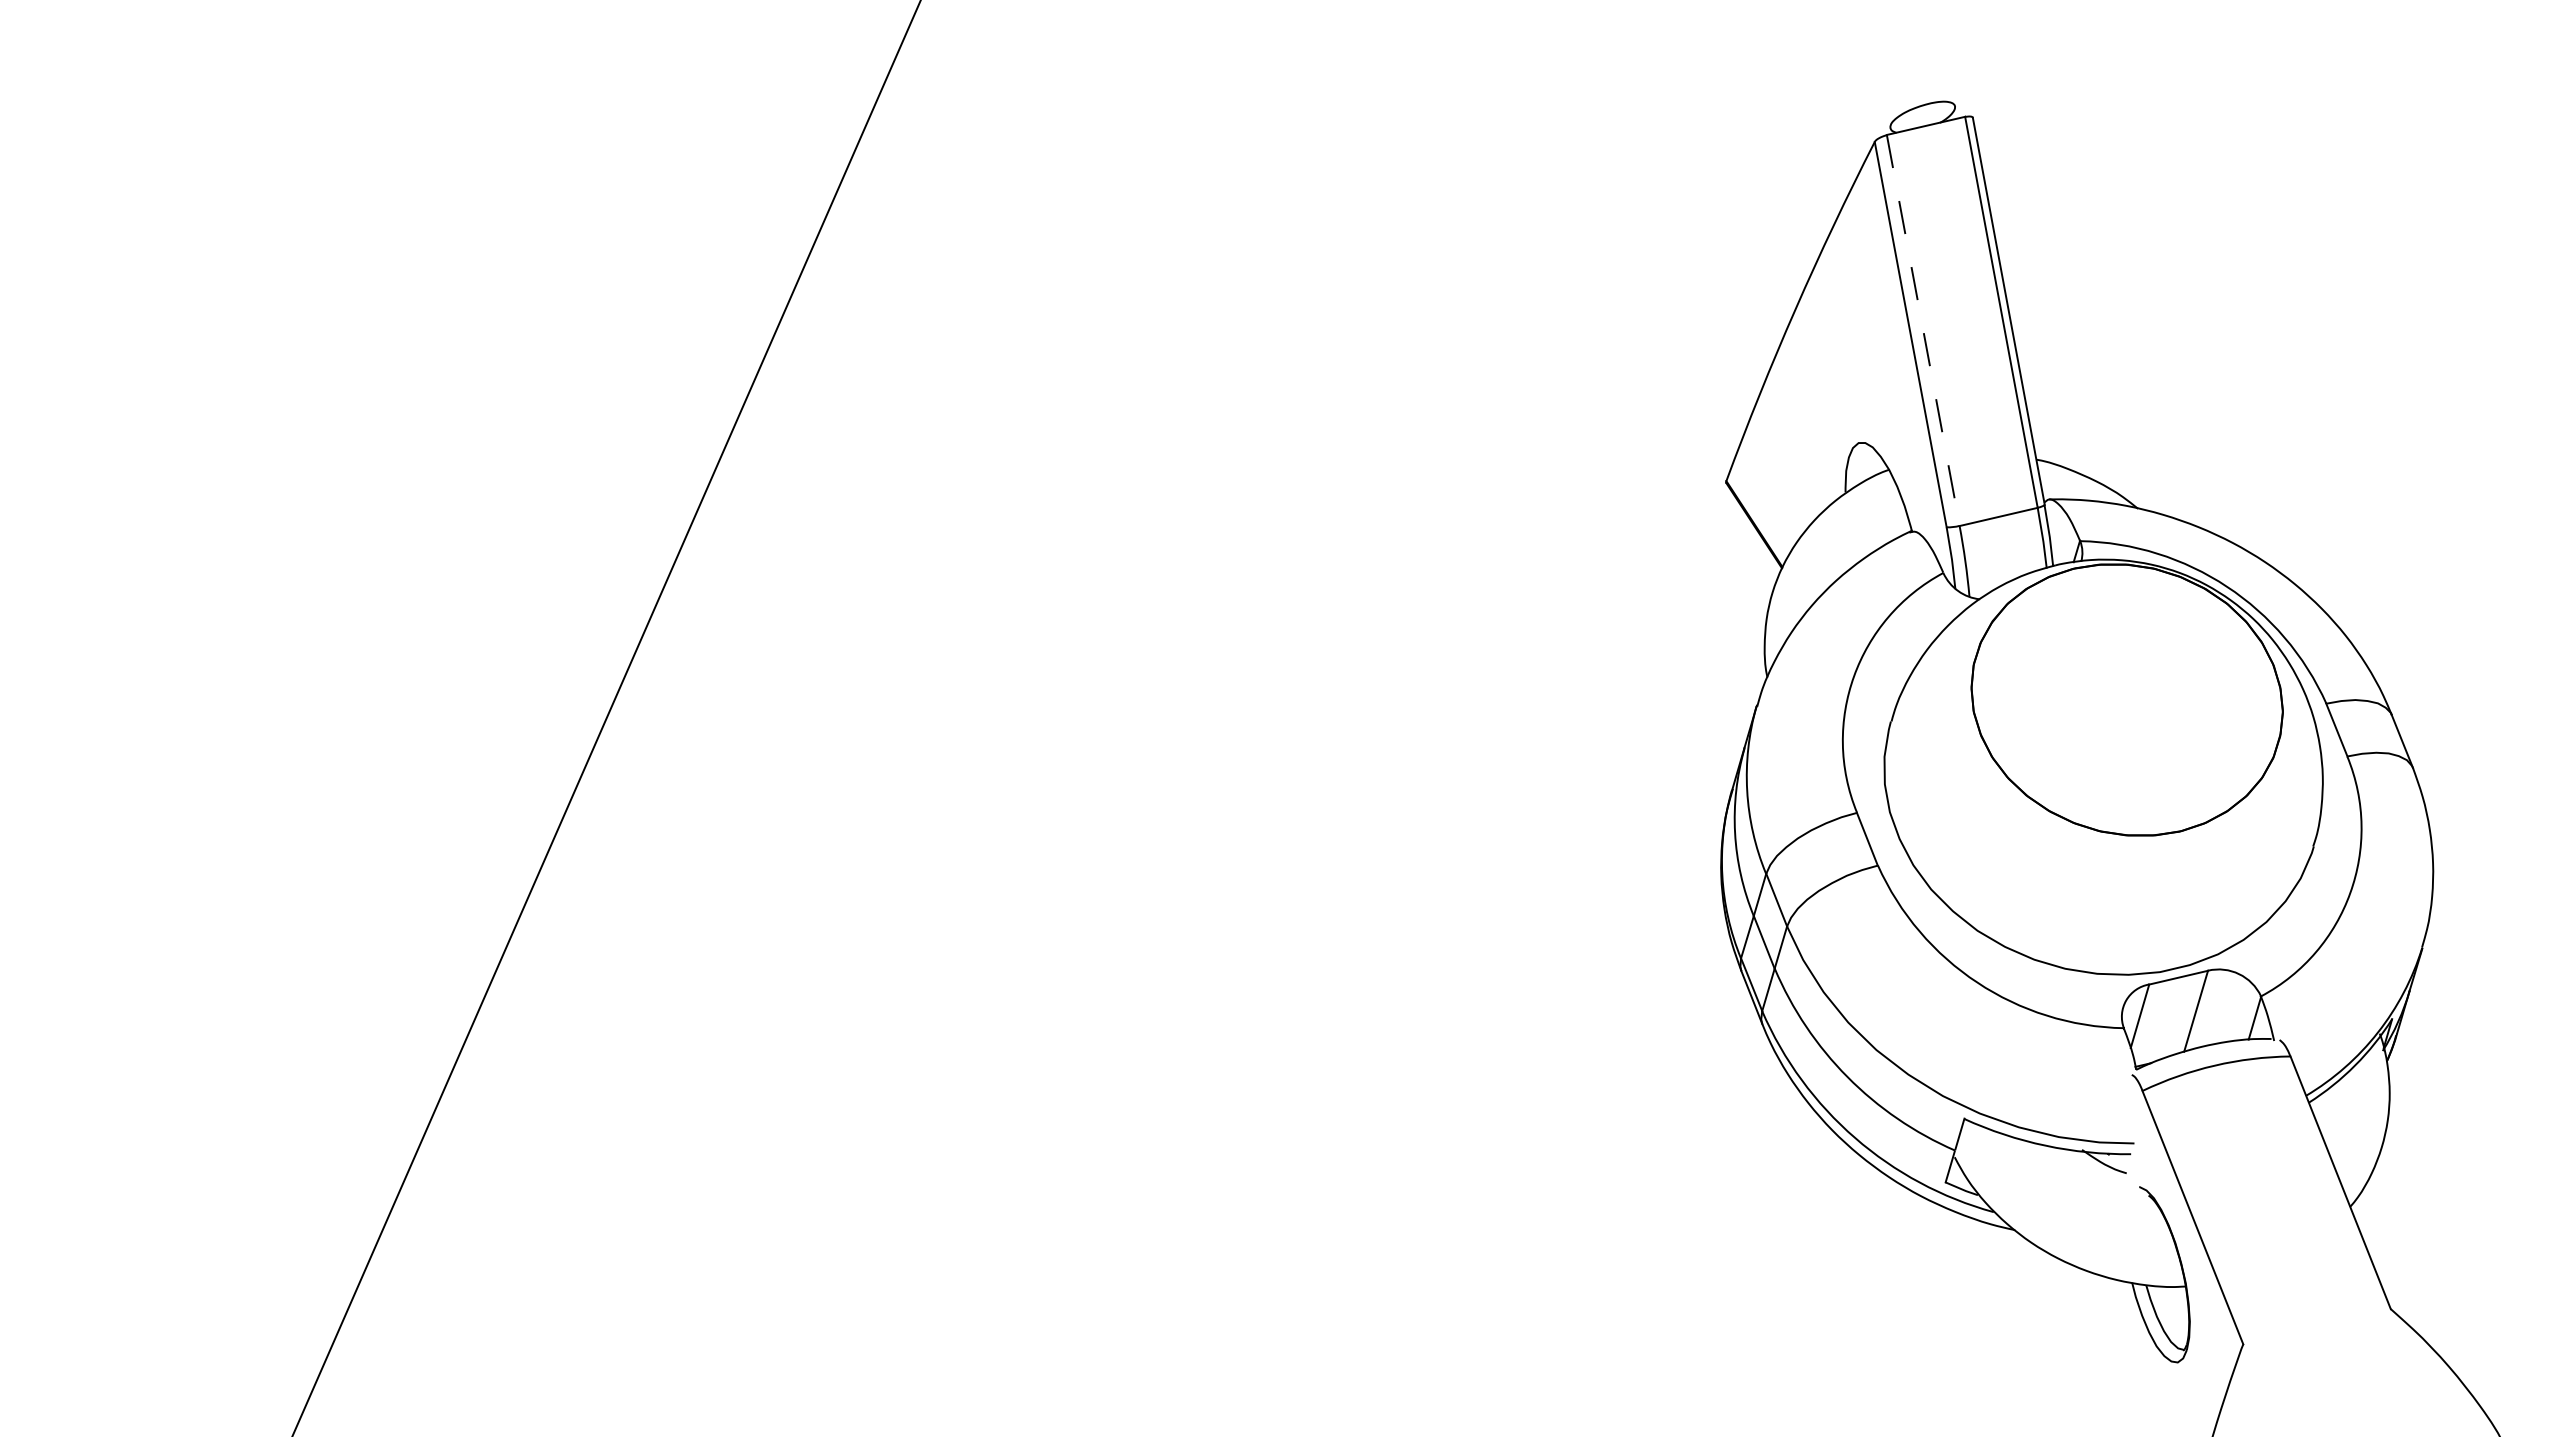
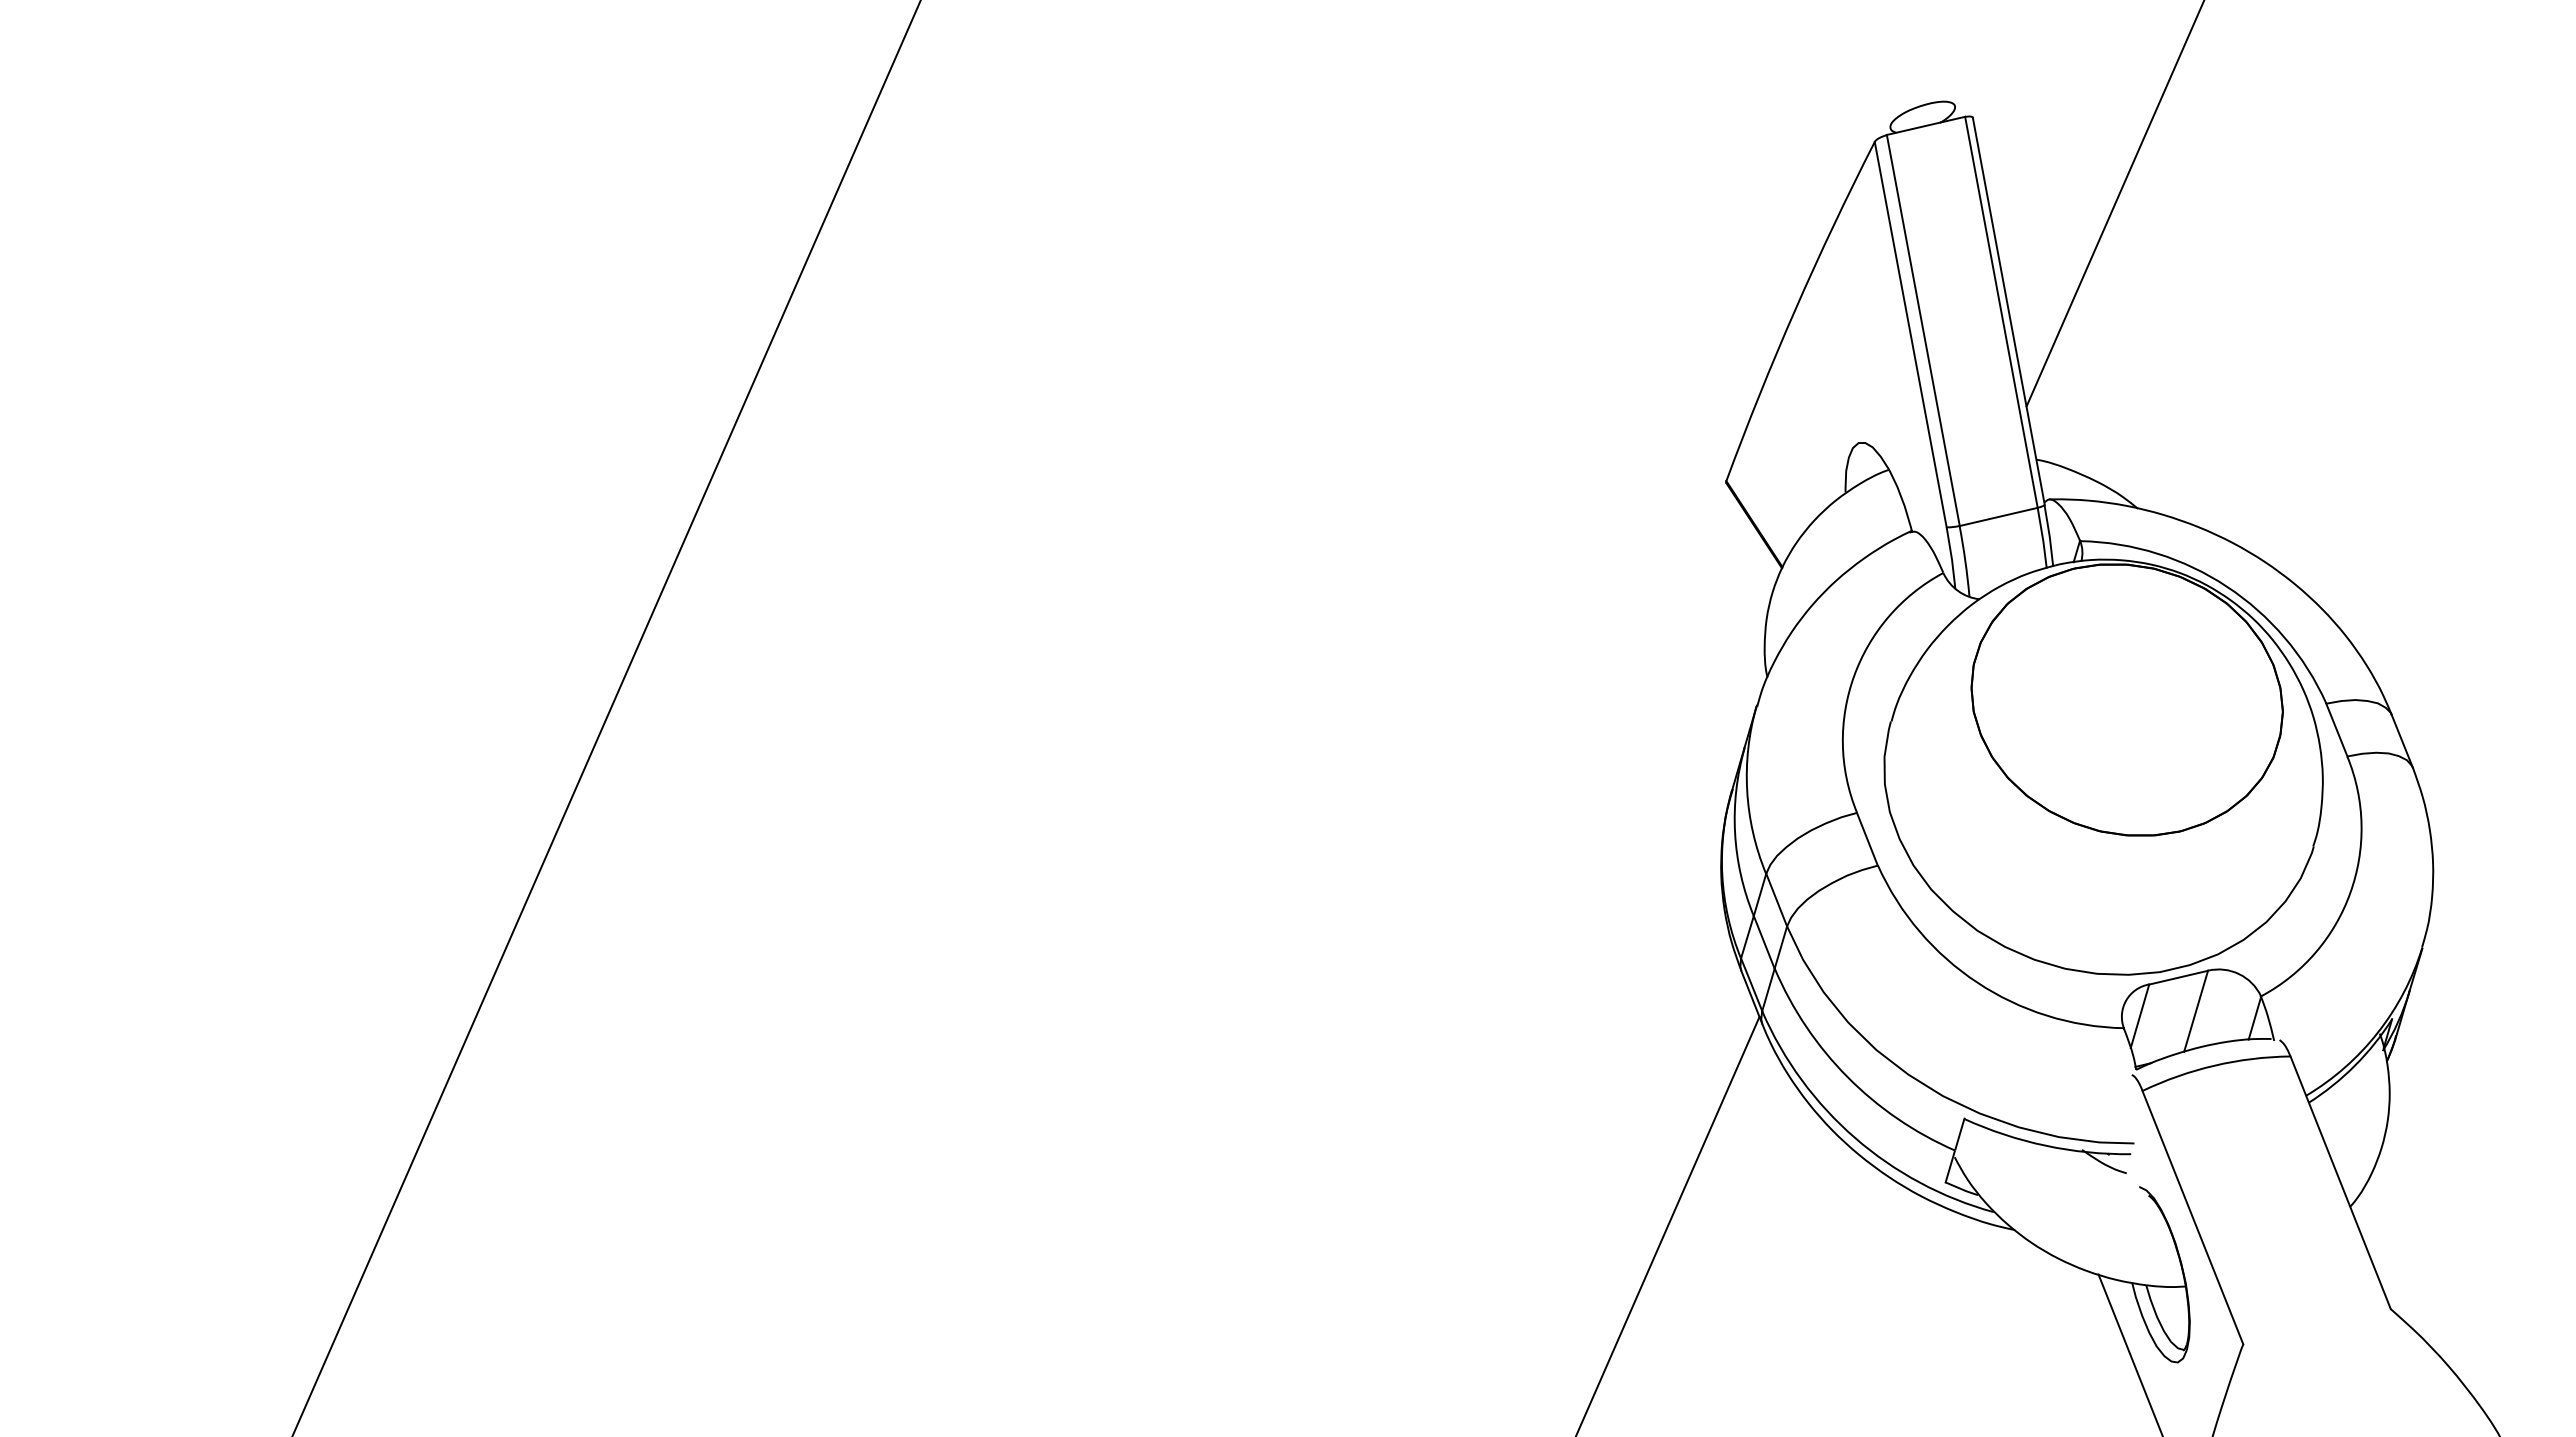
line at (2114, 204): none -> present
line at (1923, 330): dashed -> solid
line at (1668, 1224): none -> present
line at (2129, 1353): none -> present
